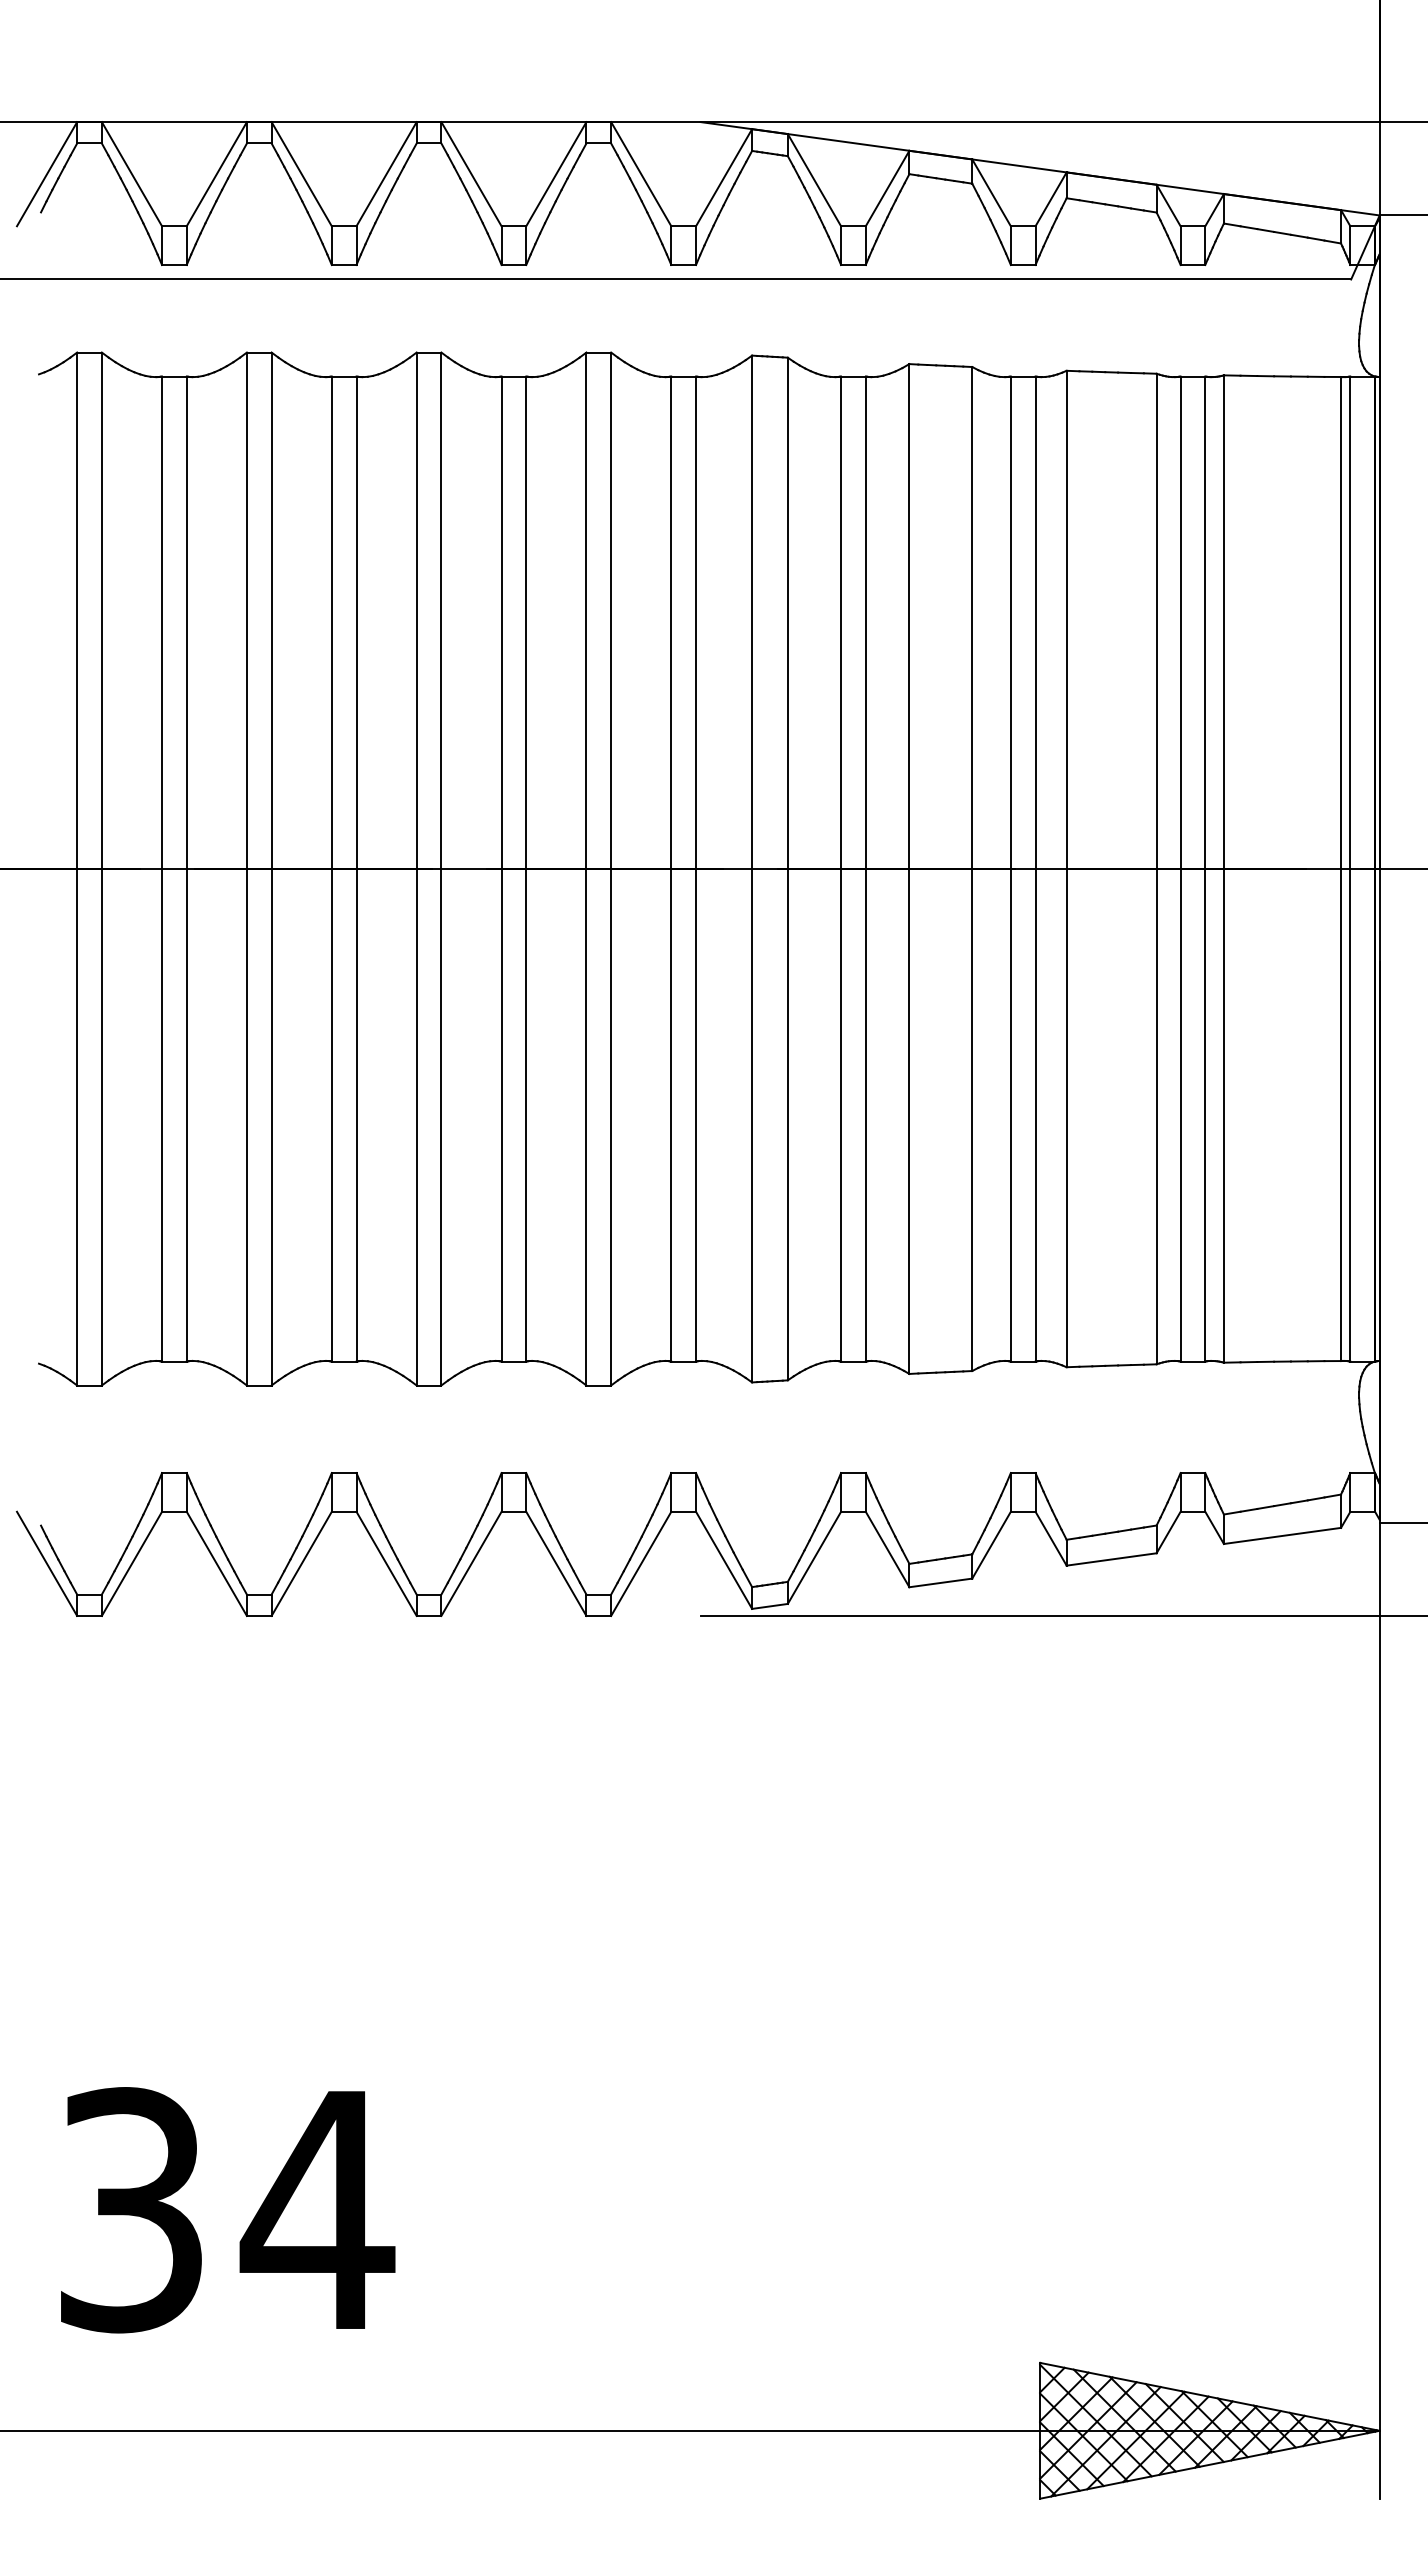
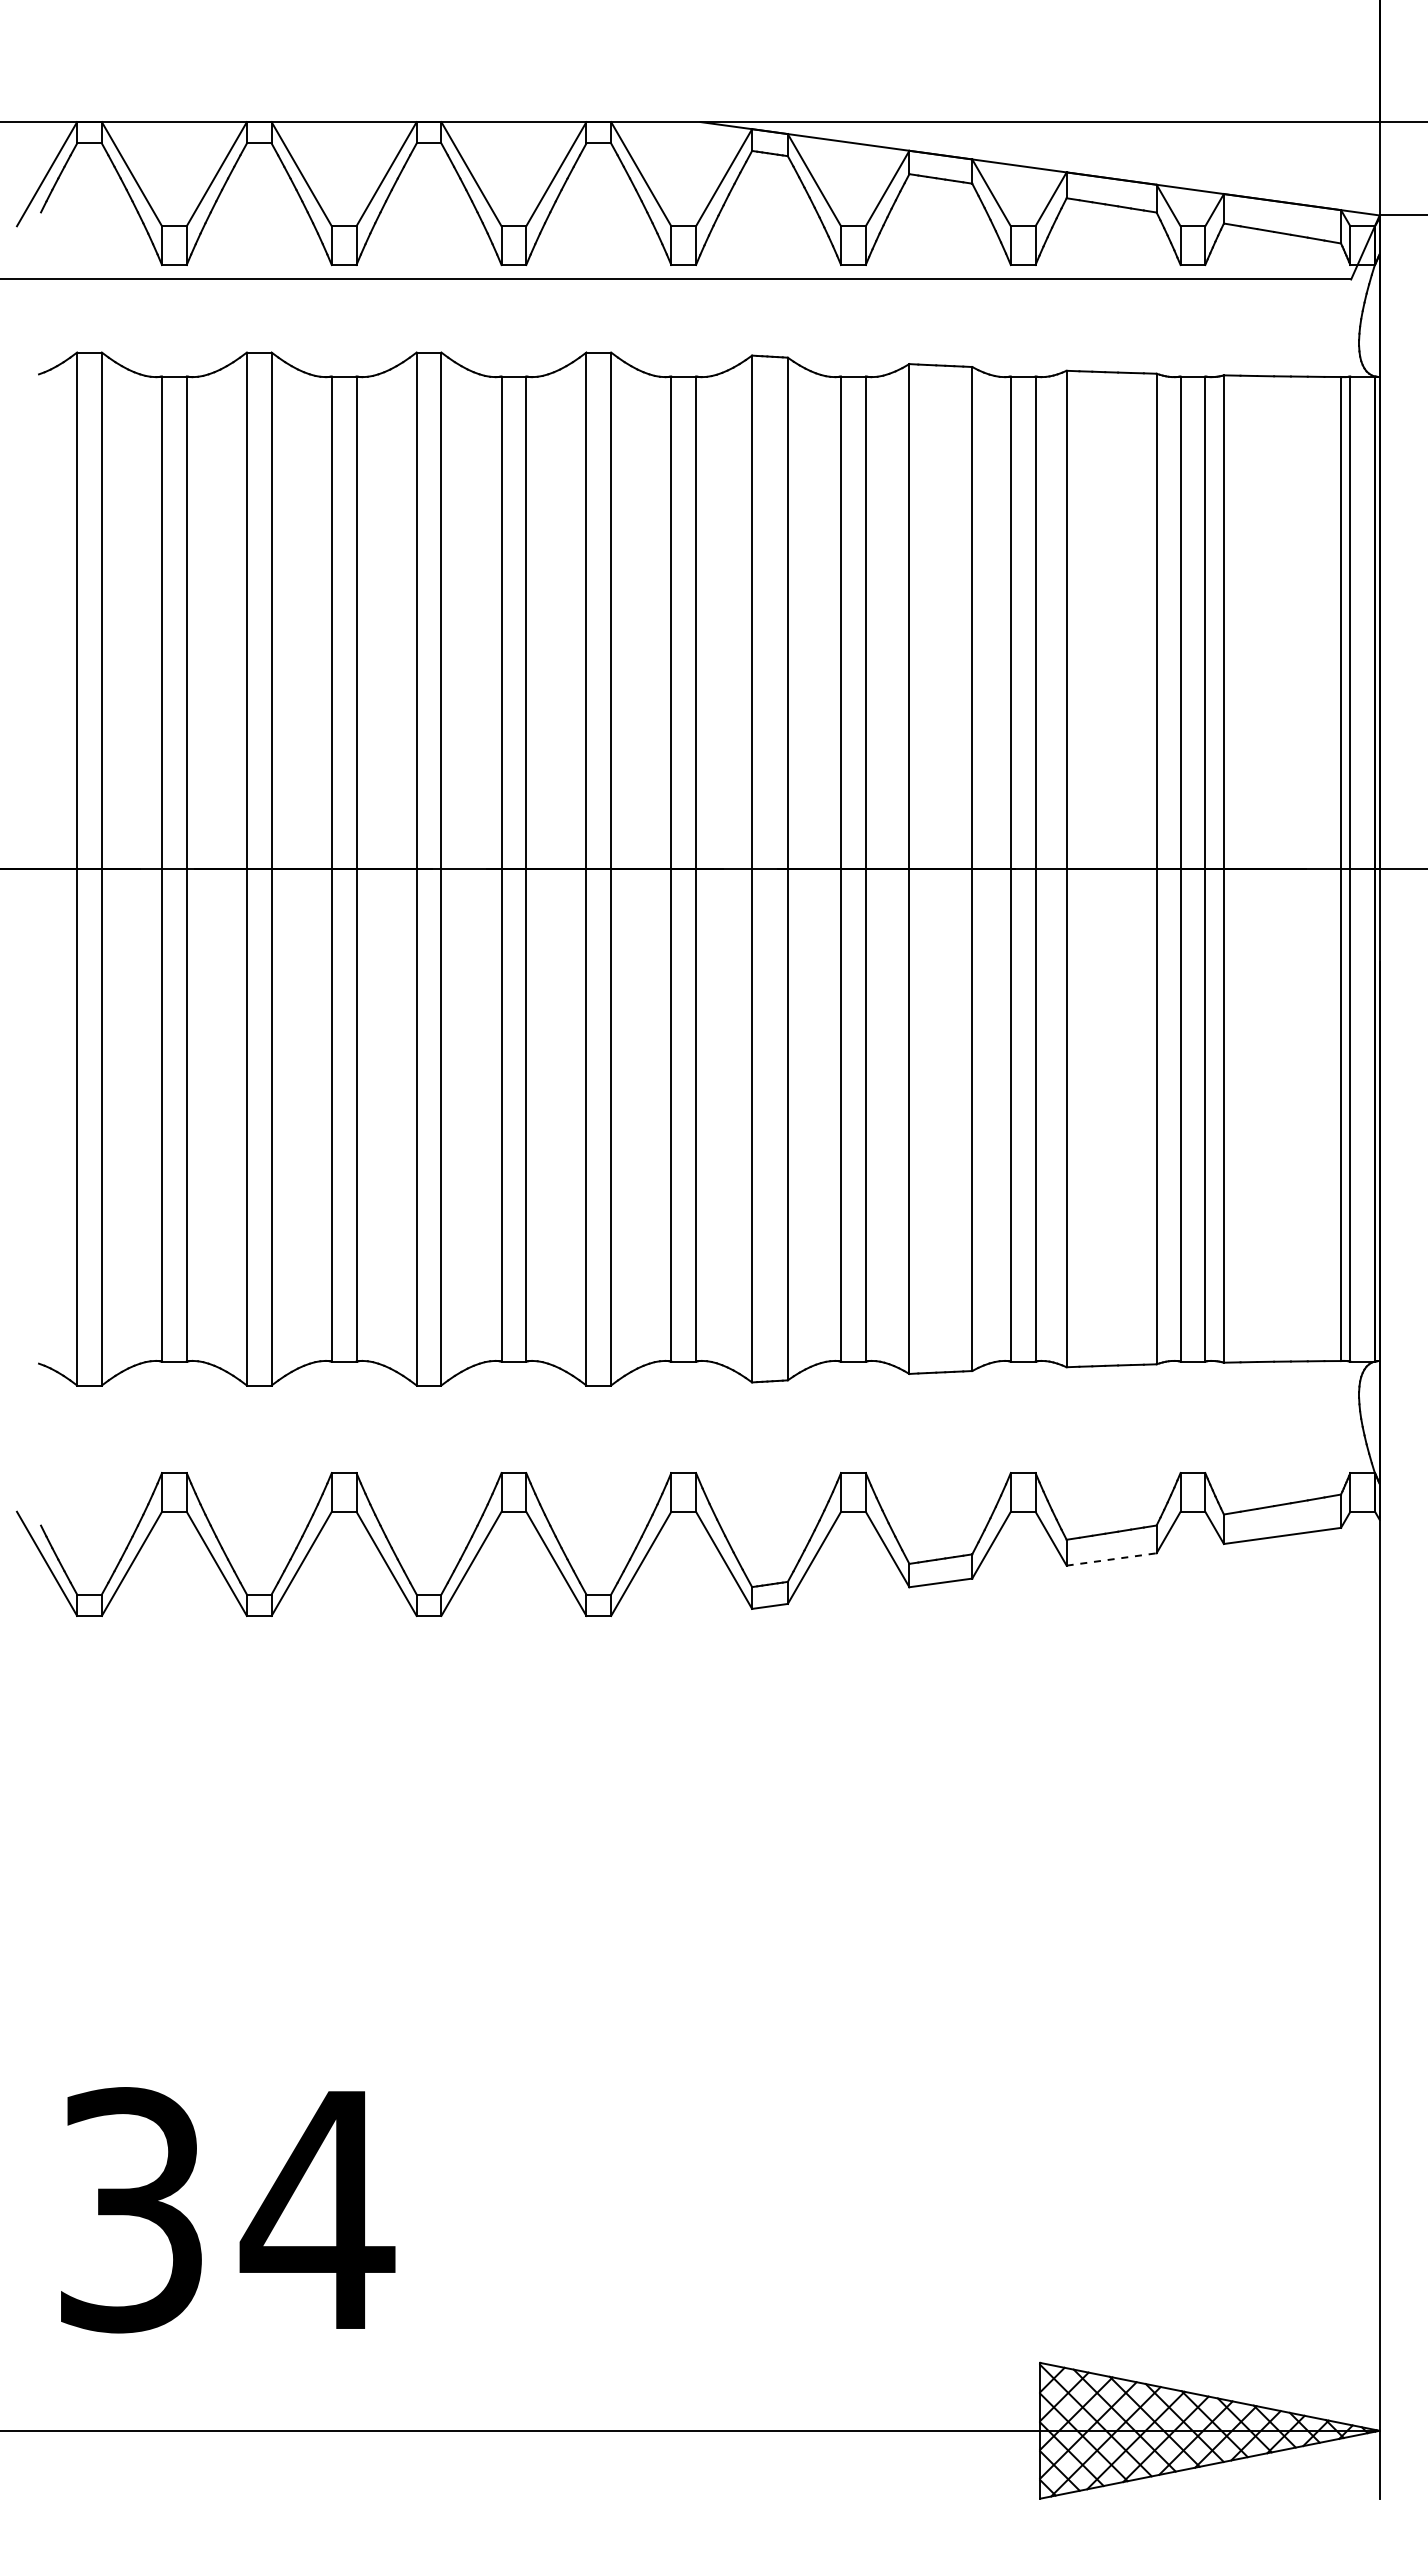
line at (1401, 1522): present -> none
line at (1112, 1559): solid -> dashed
line at (1062, 1615): present -> none
